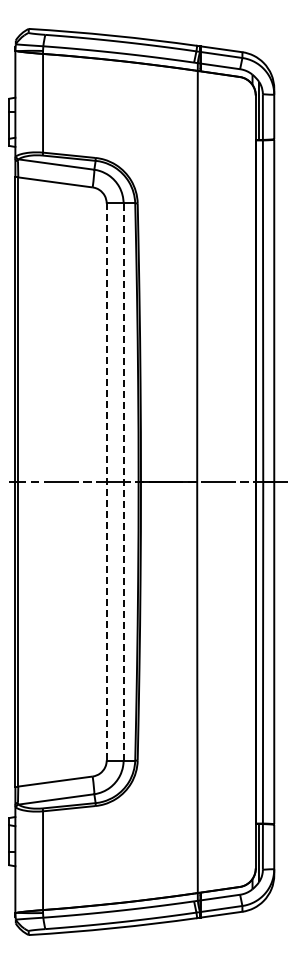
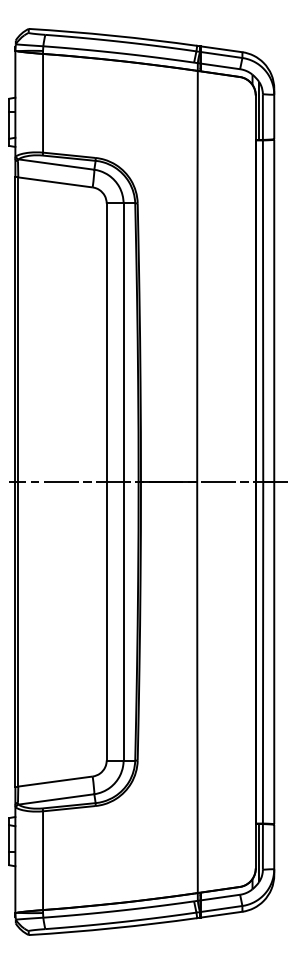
line at (106, 482): dashed -> solid
line at (123, 482): dashed -> solid
